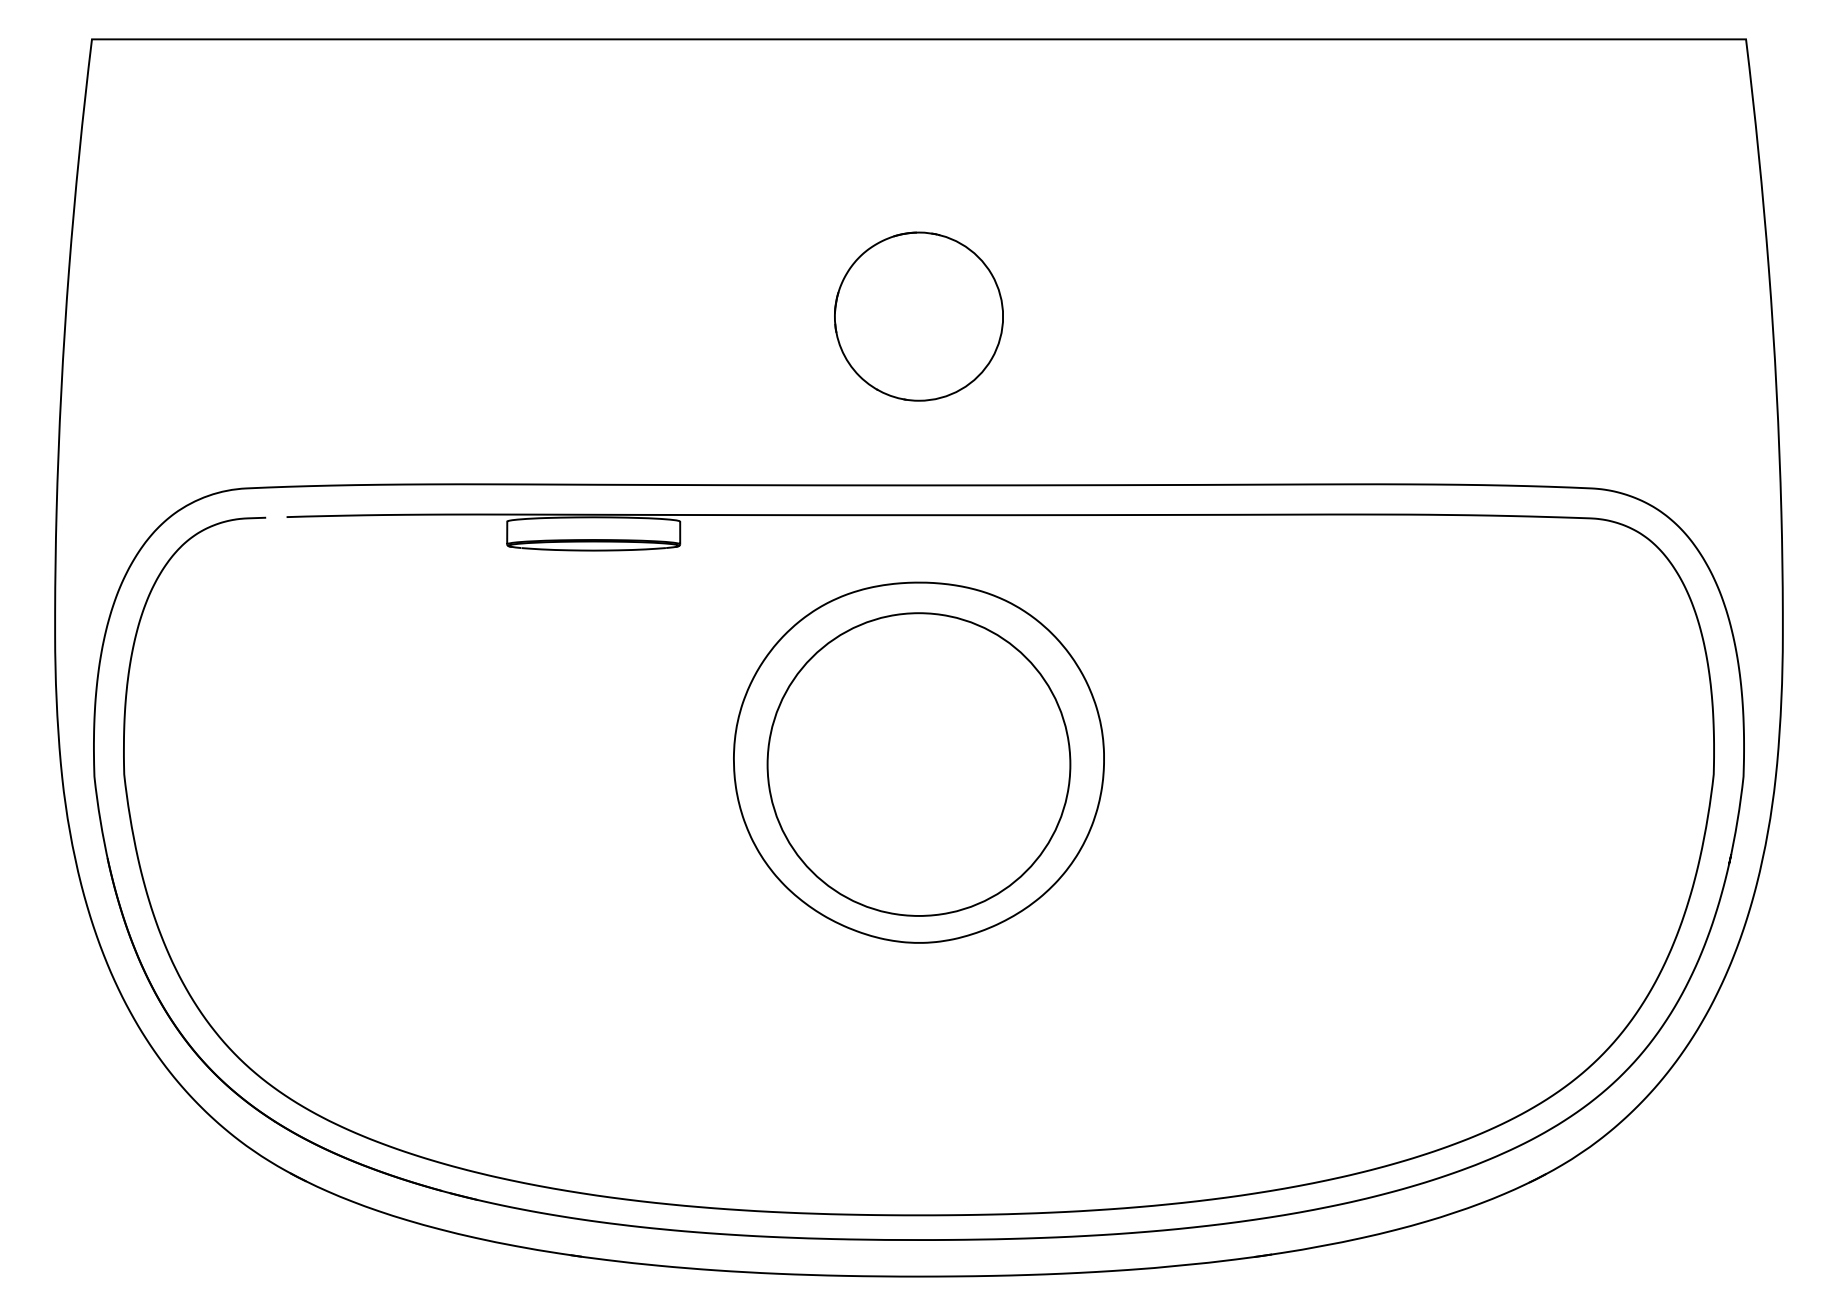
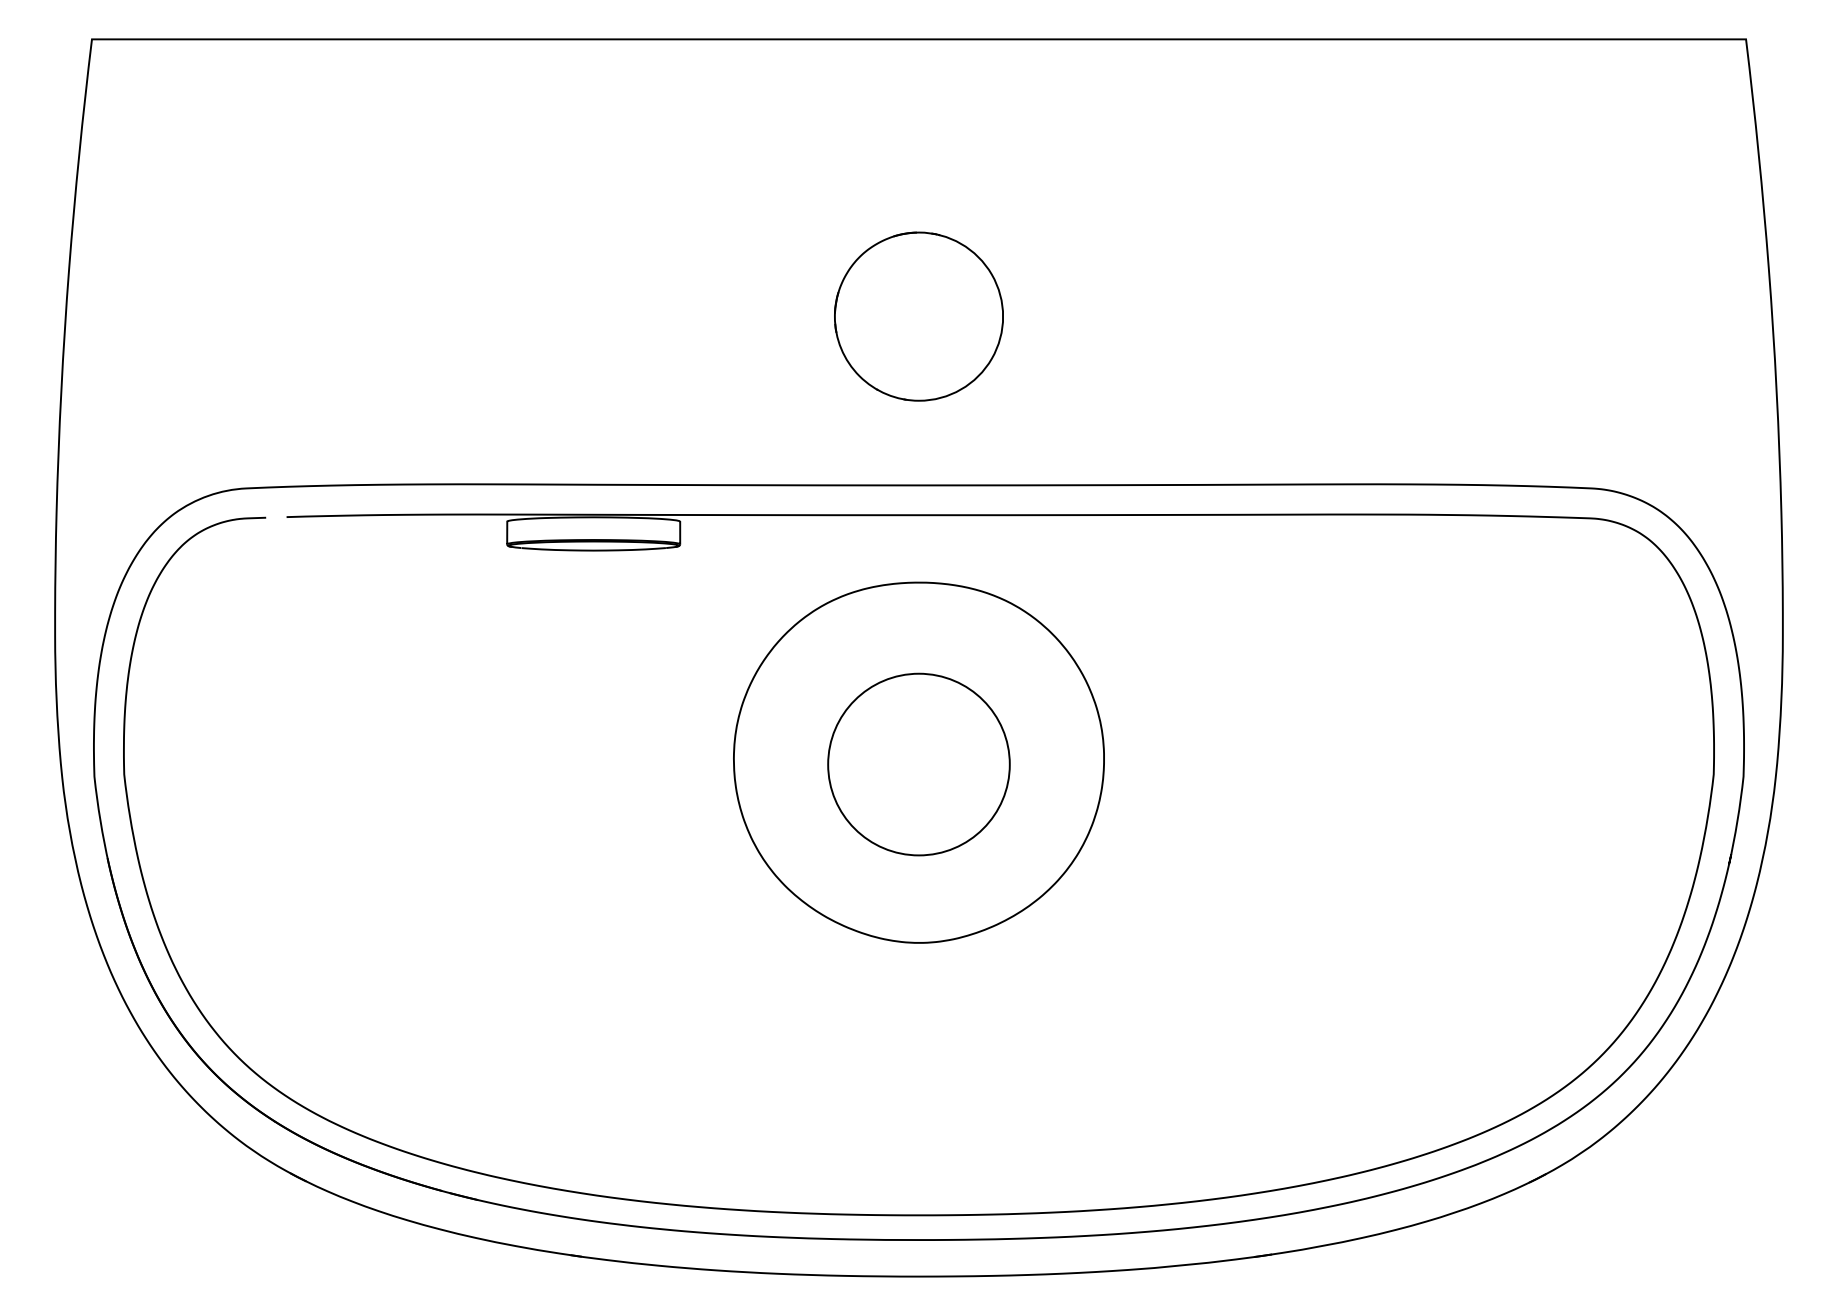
circle at (918, 764) diameter: 303 px -> 182 px
